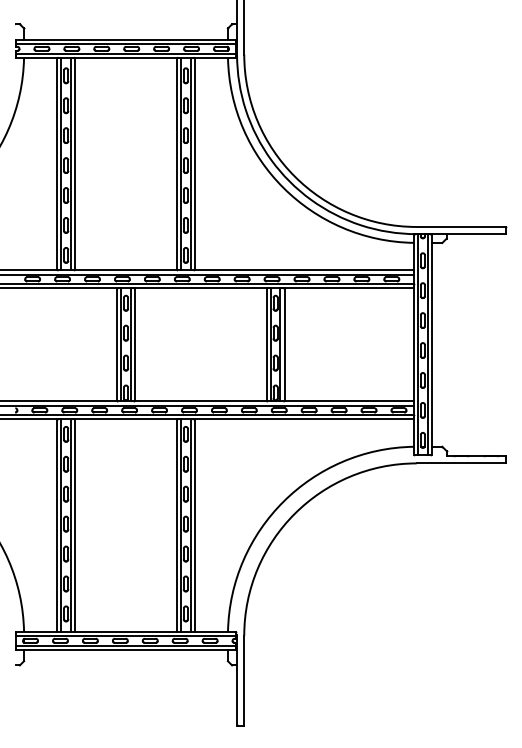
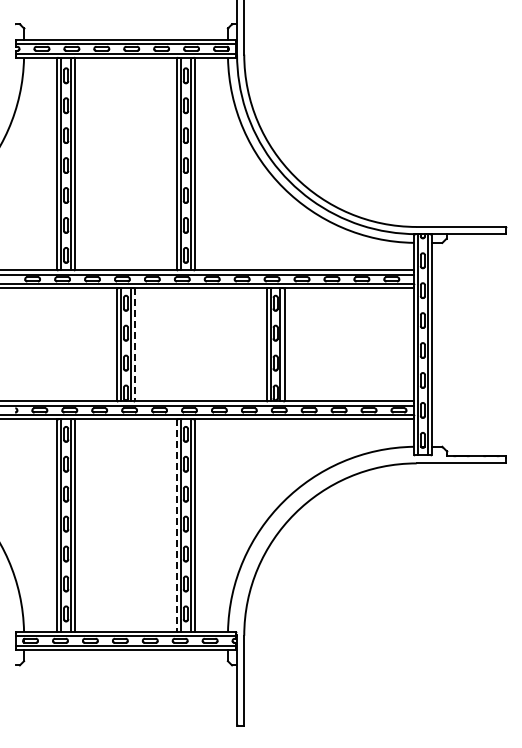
line at (135, 344): solid -> dashed
line at (176, 526): solid -> dashed
